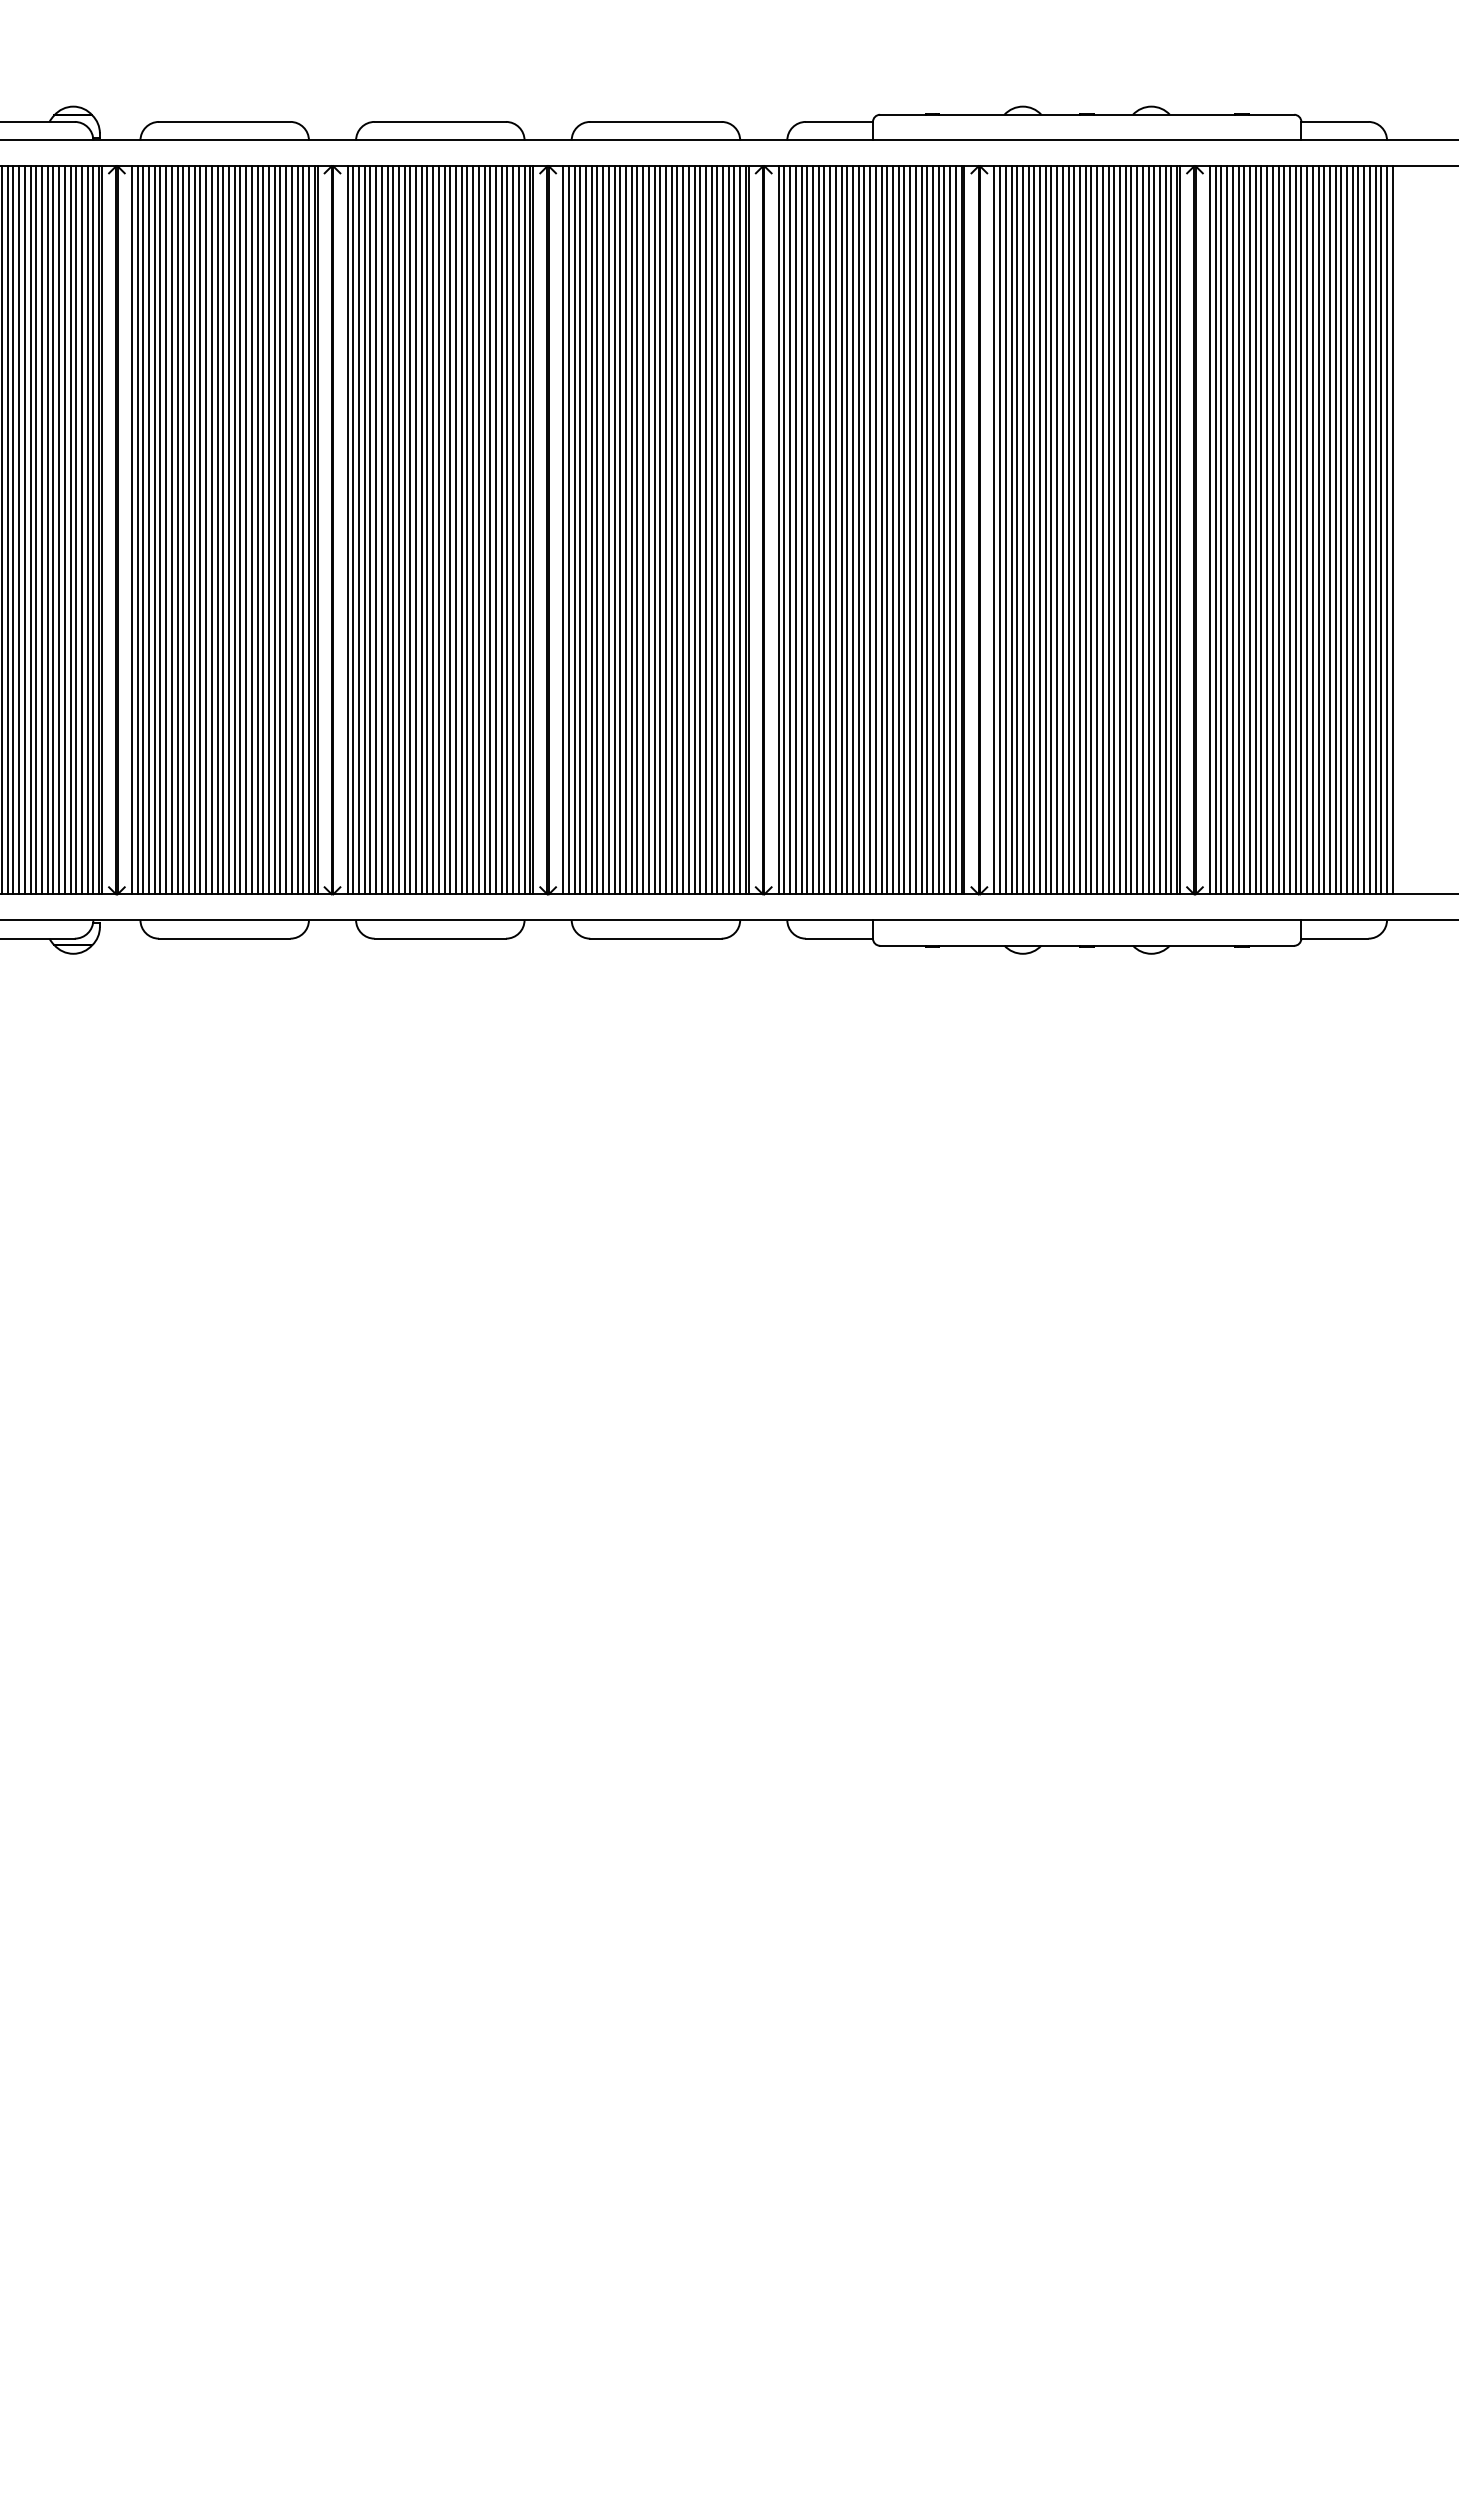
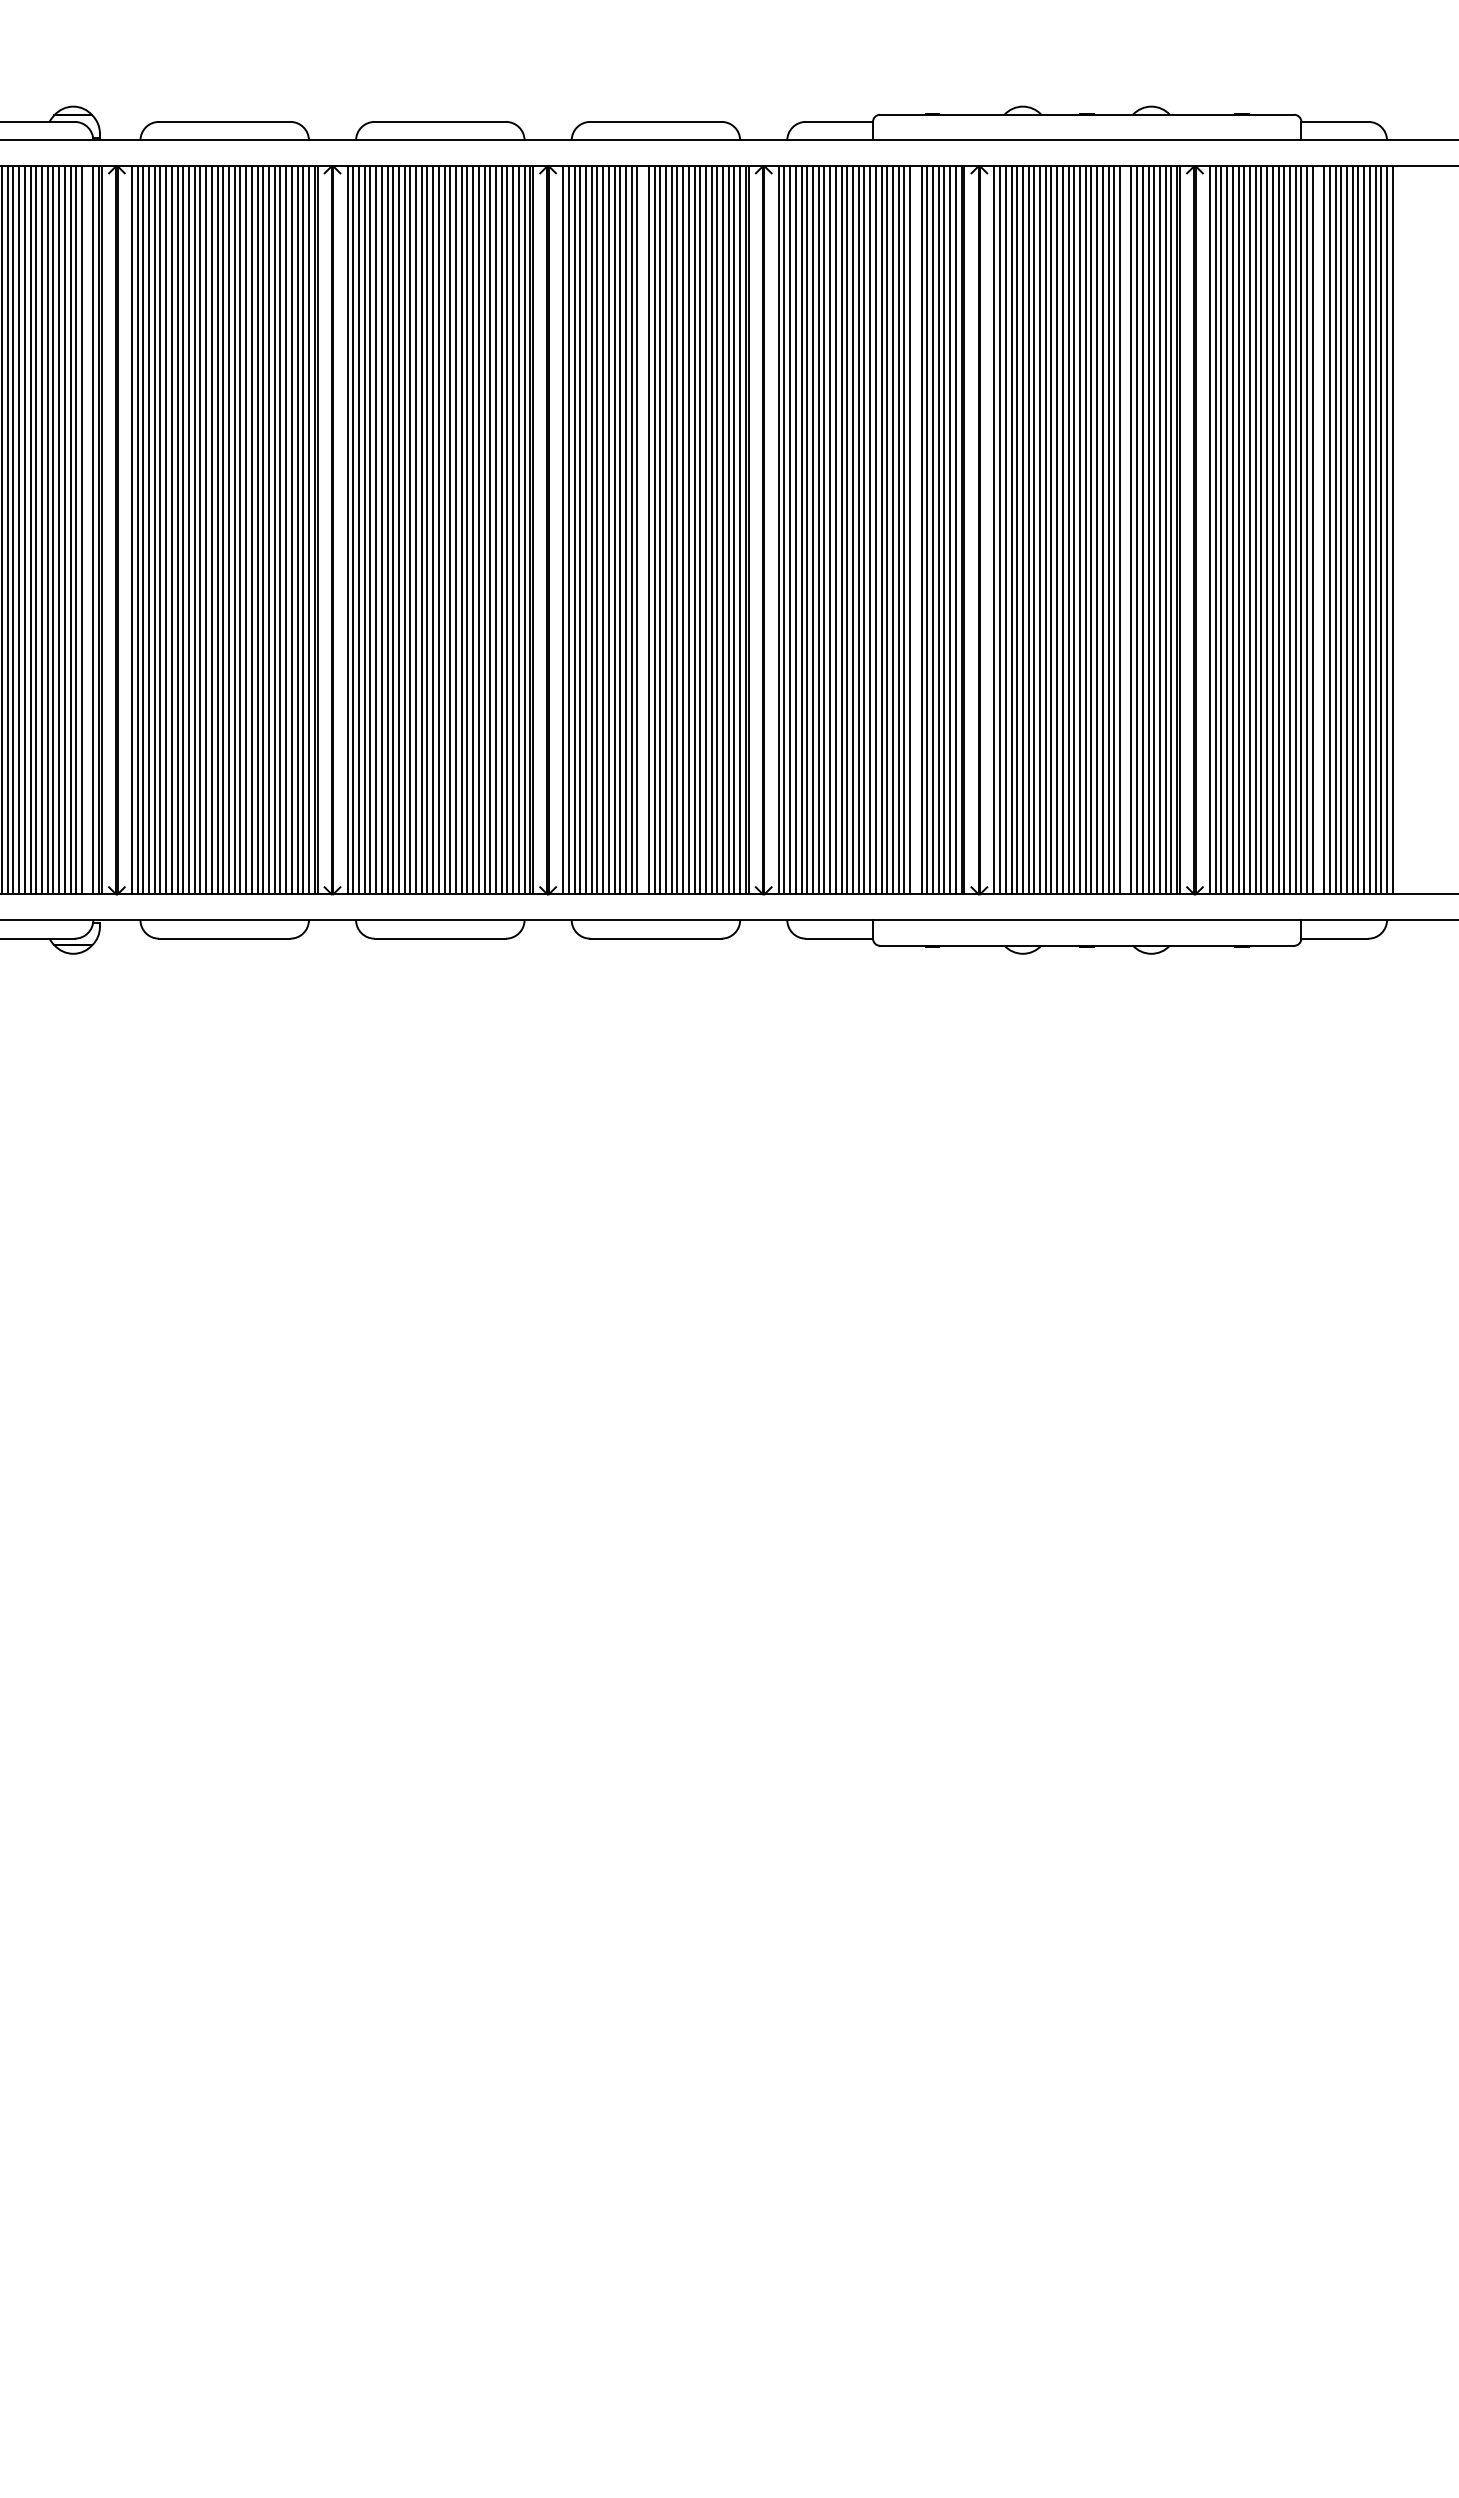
line at (87, 530): present -> none
line at (643, 530): present -> none
line at (915, 530): present -> none
line at (1125, 530): present -> none
line at (1318, 530): present -> none
